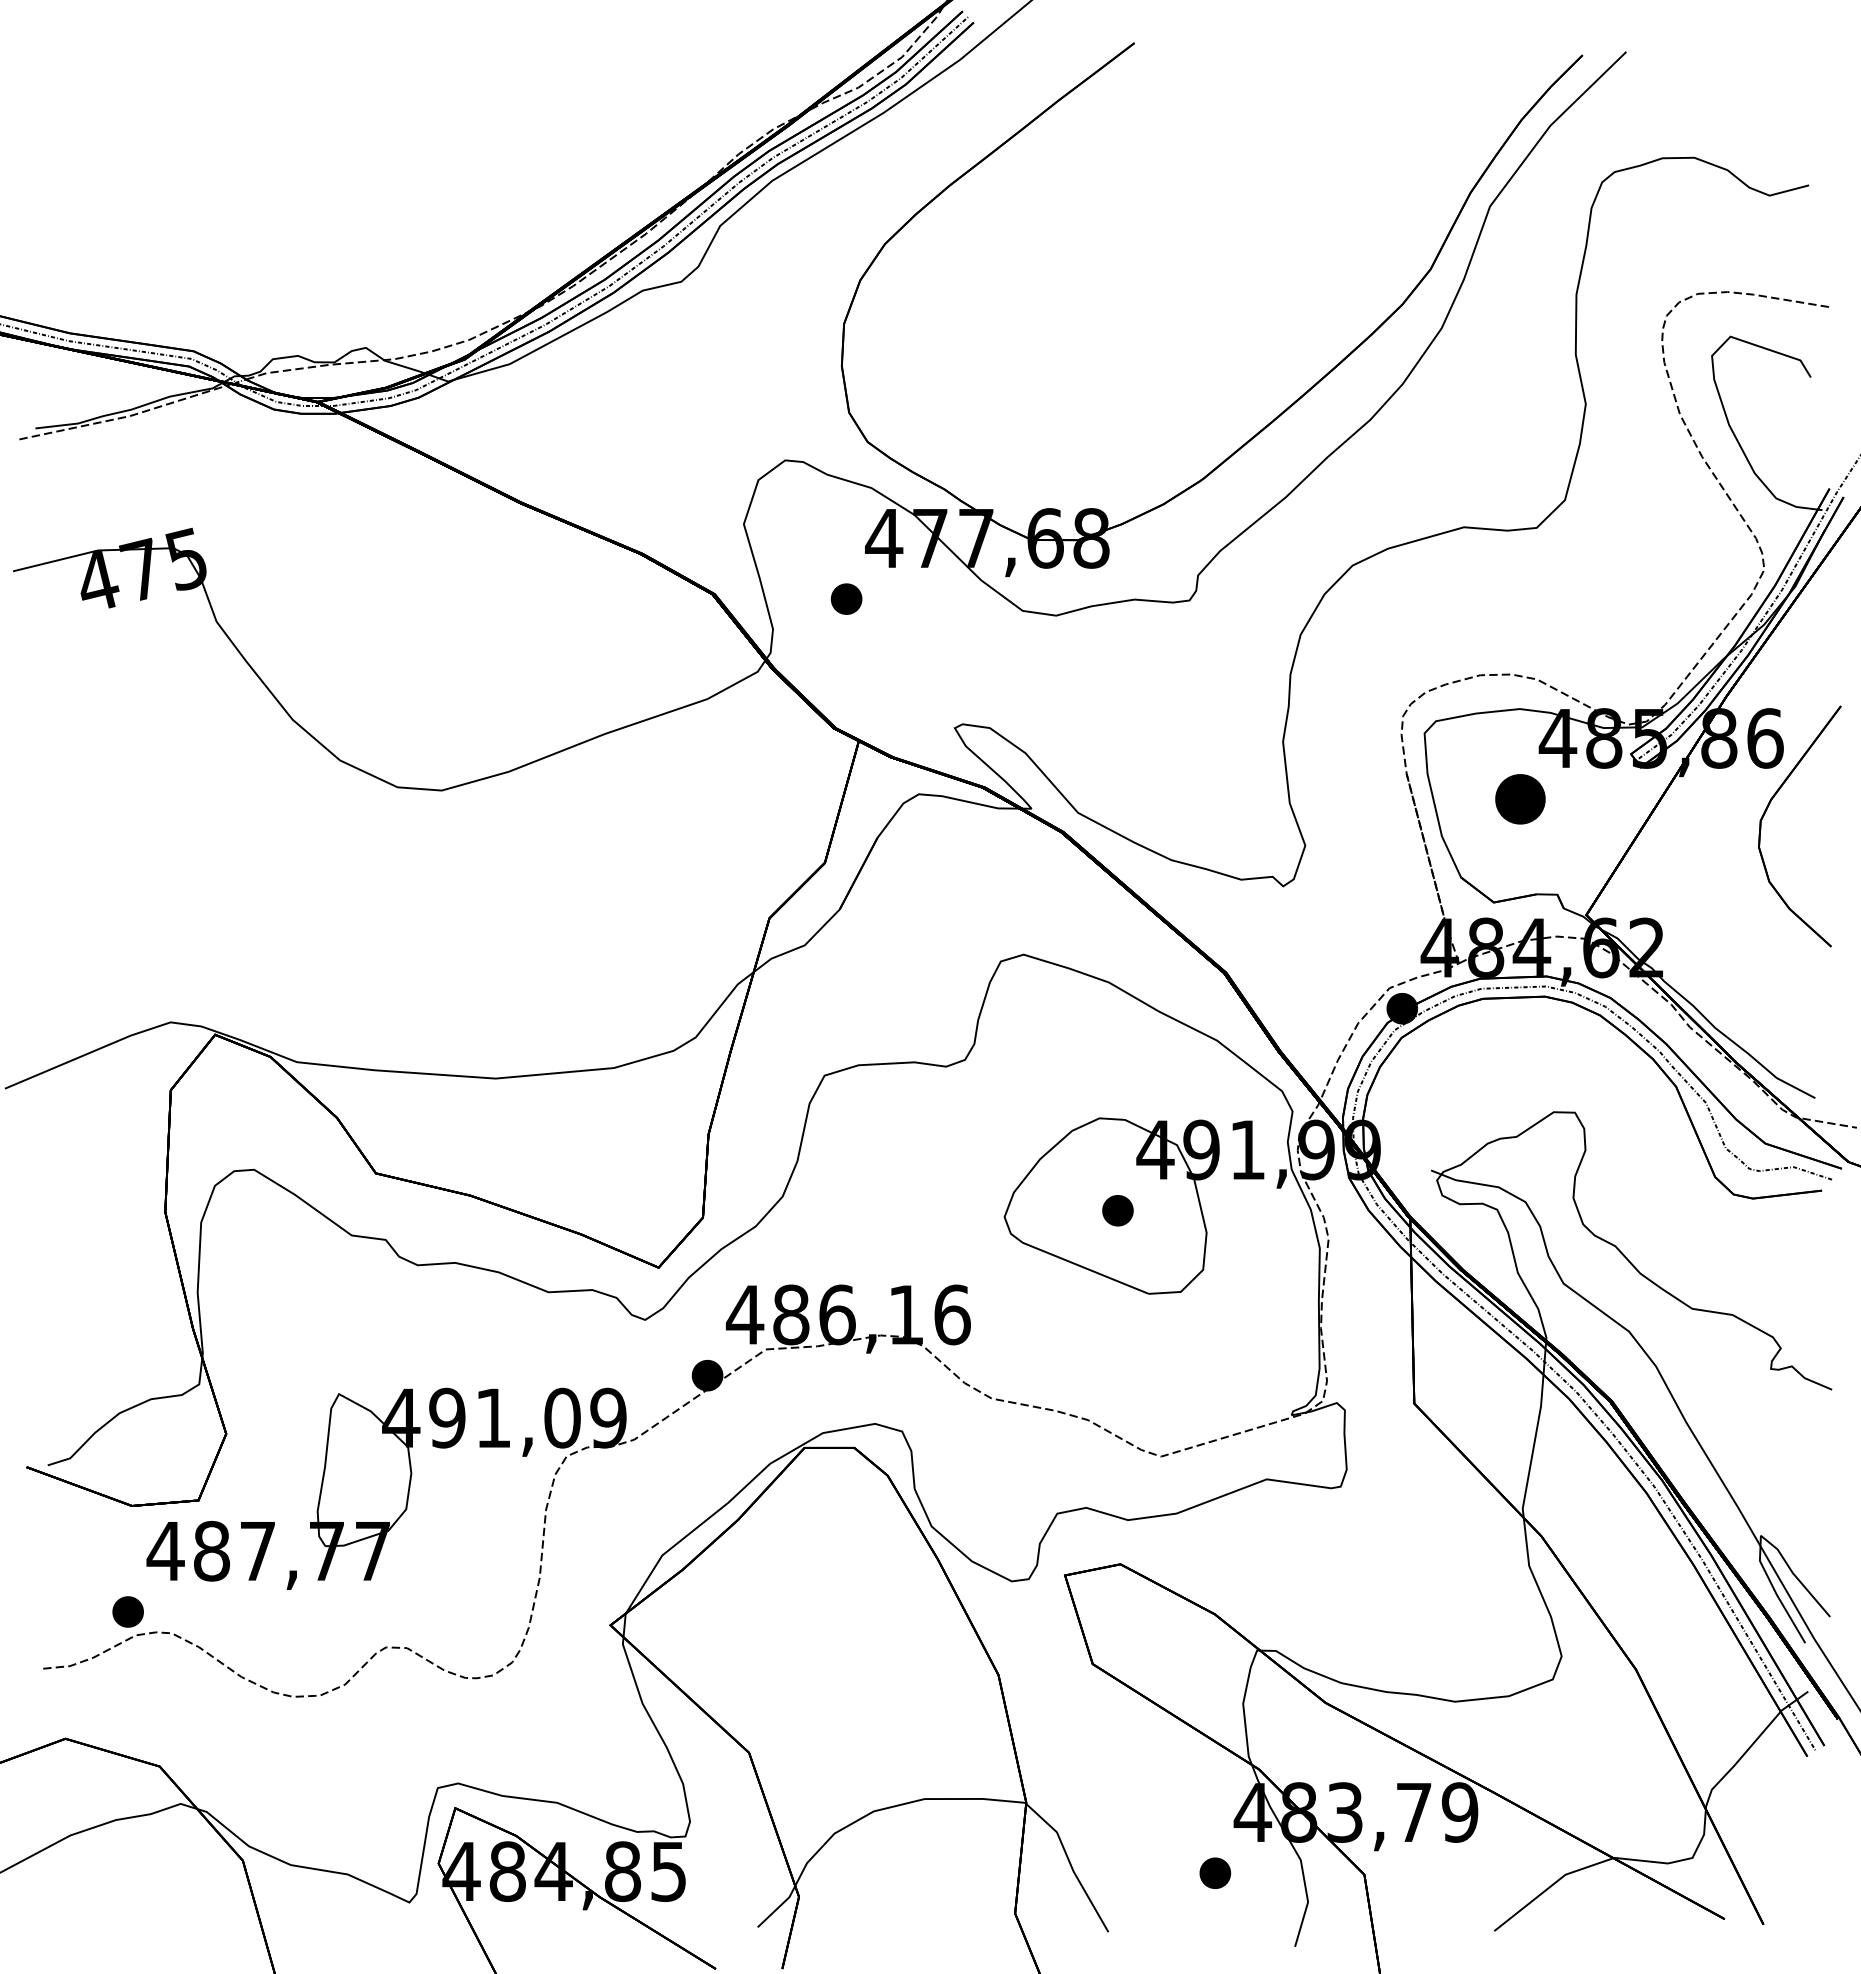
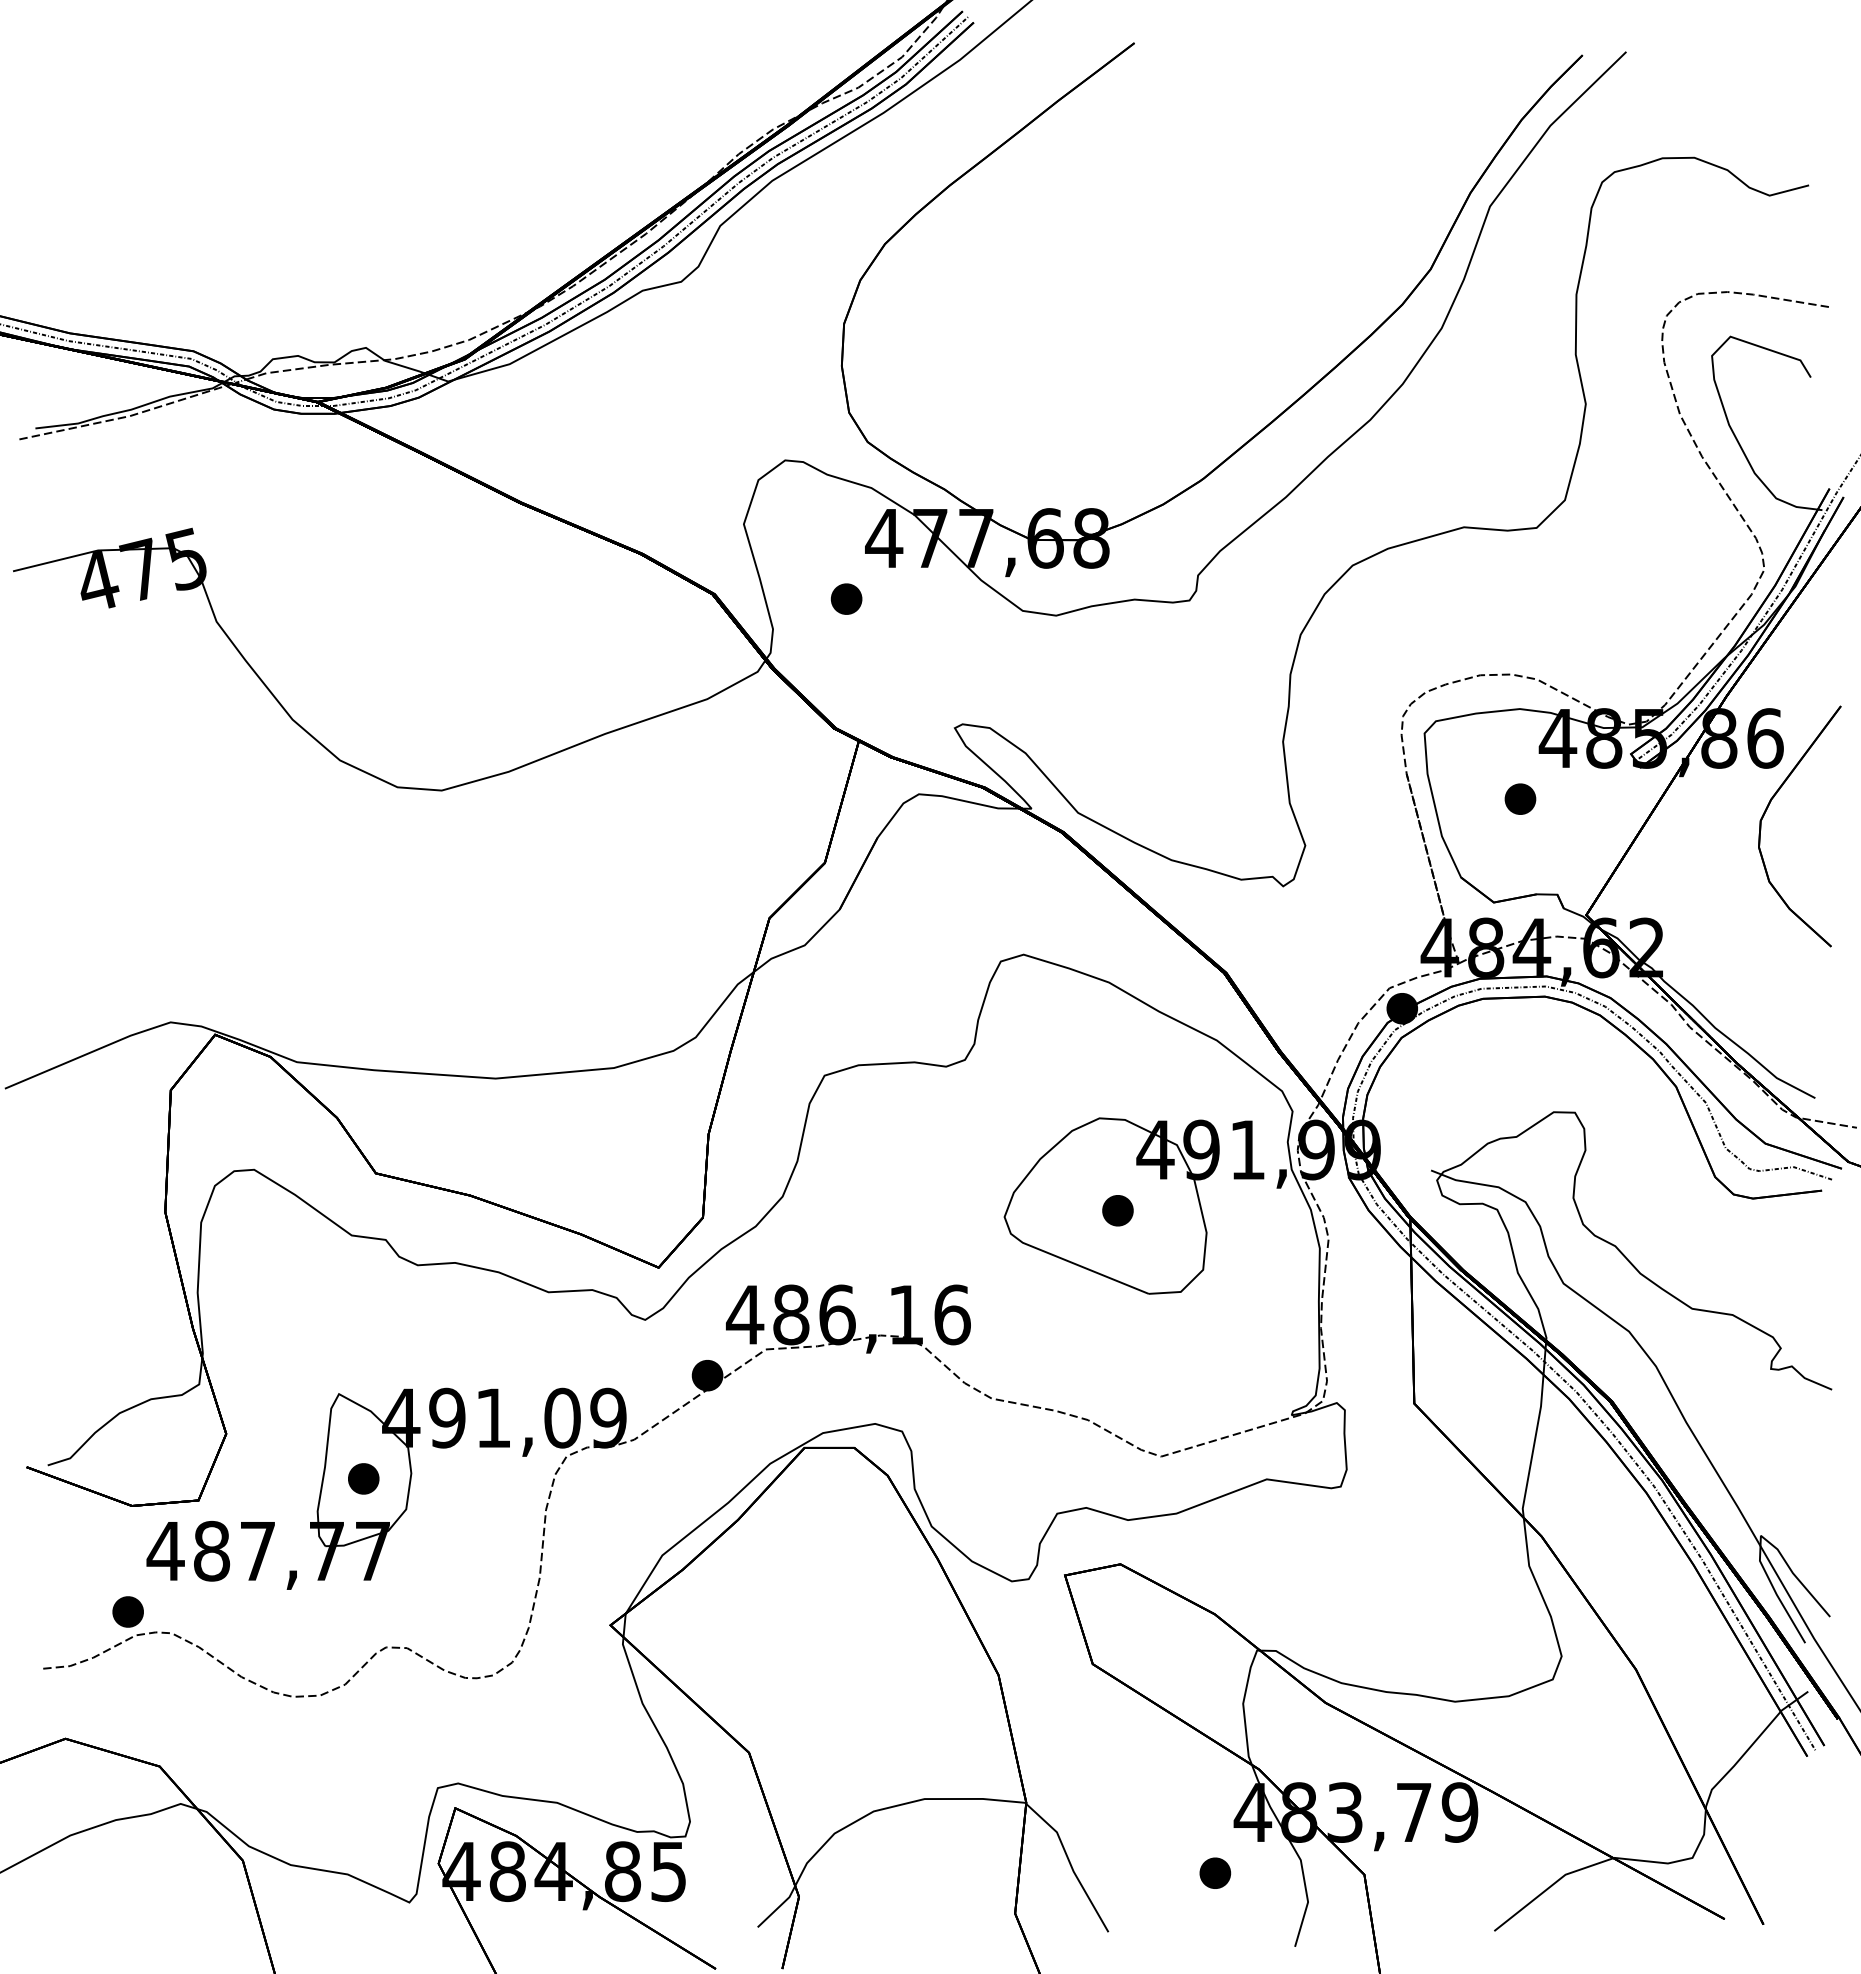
part at (1520, 799) size: 51x51 px -> 33x32 px
part at (363, 1478): none -> present
